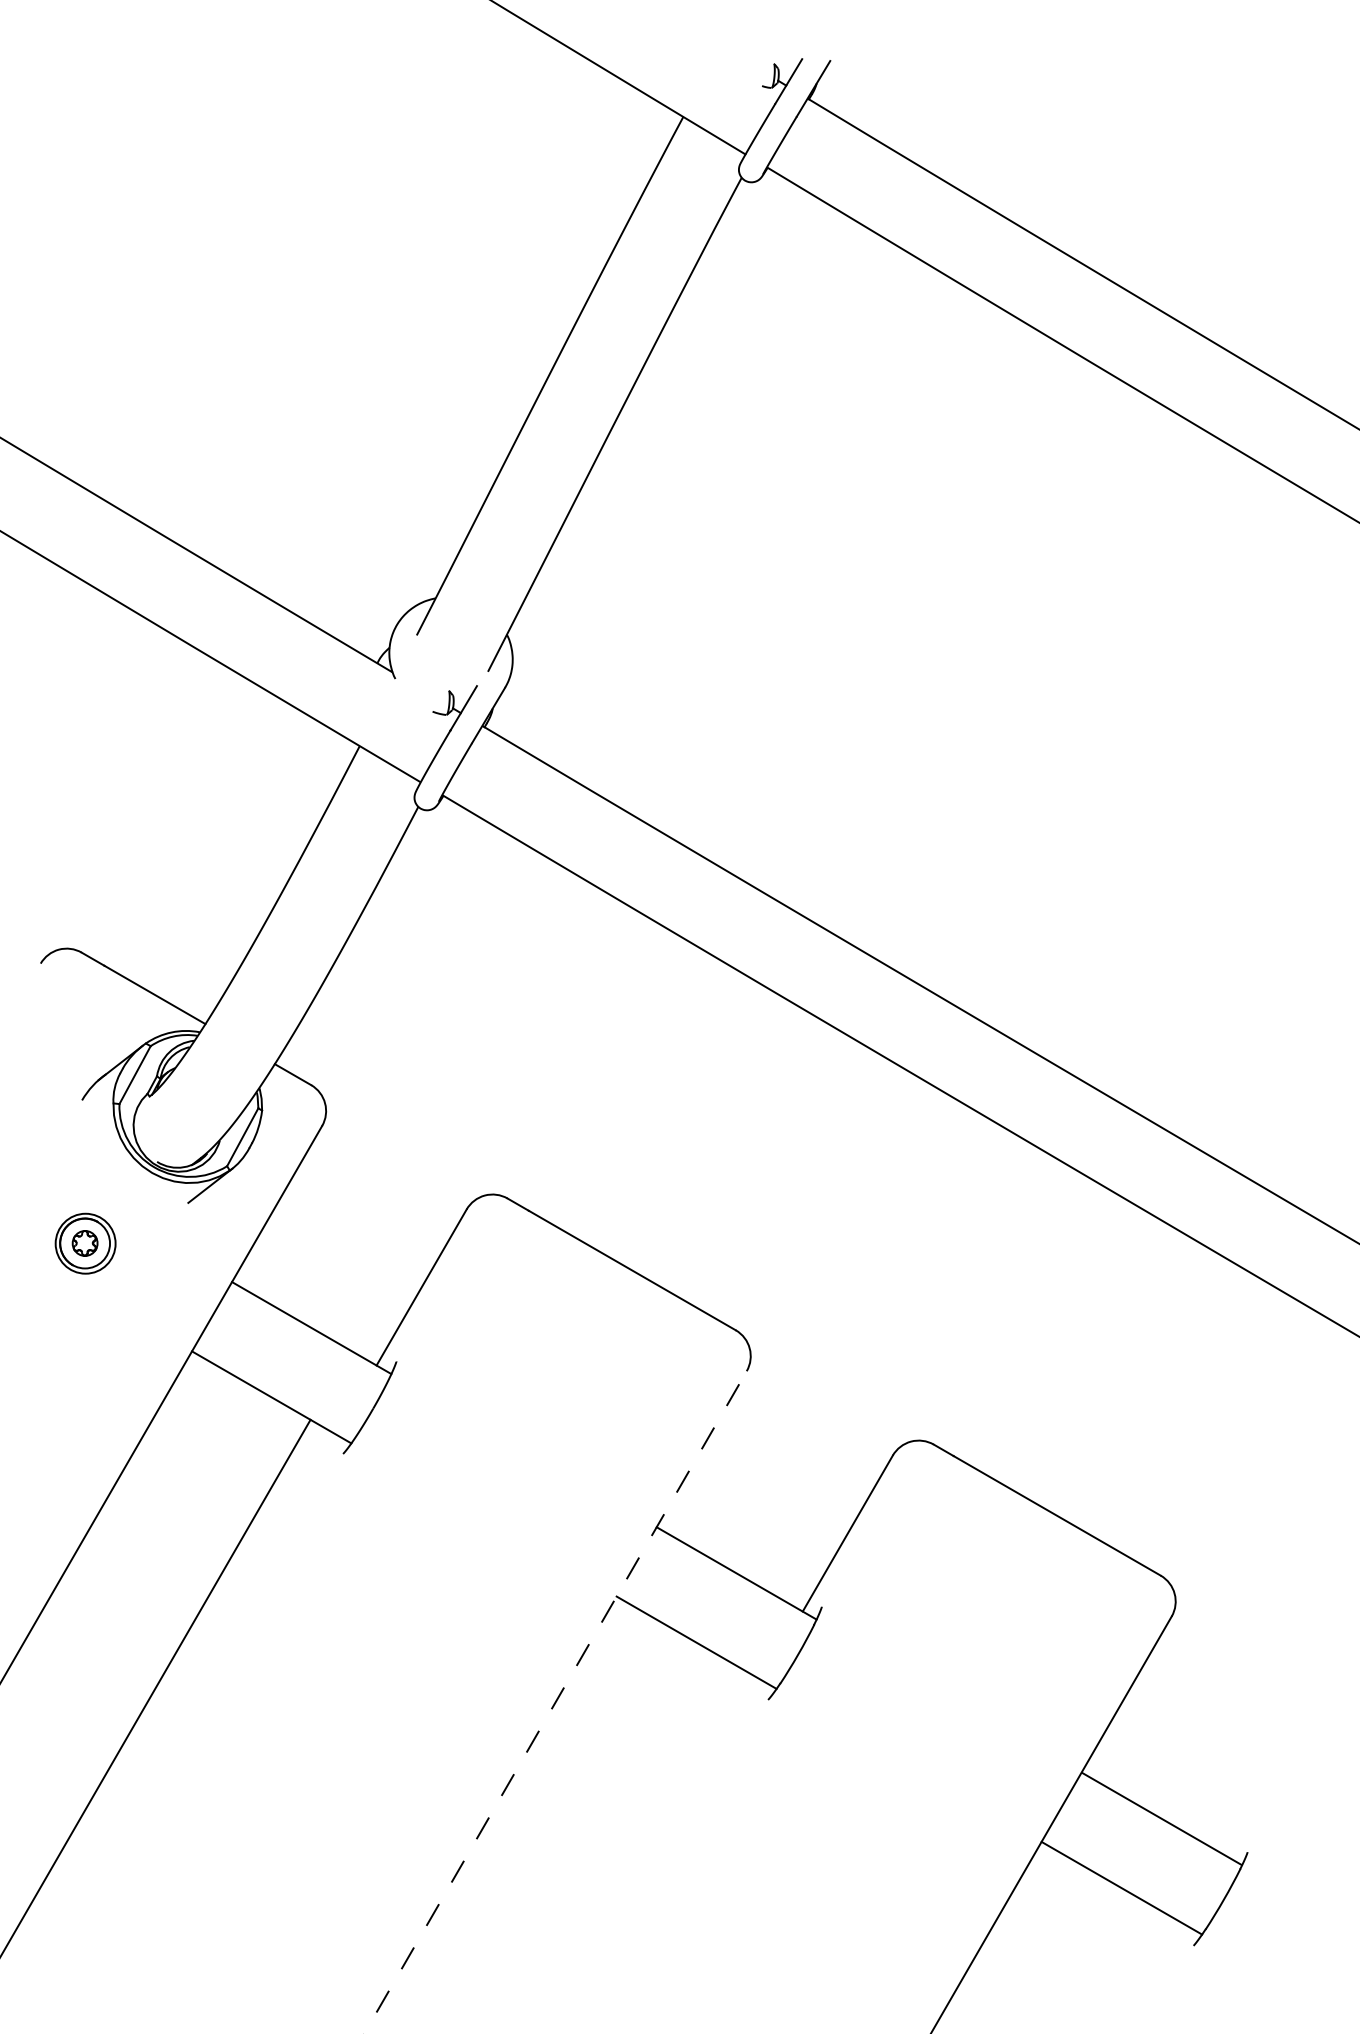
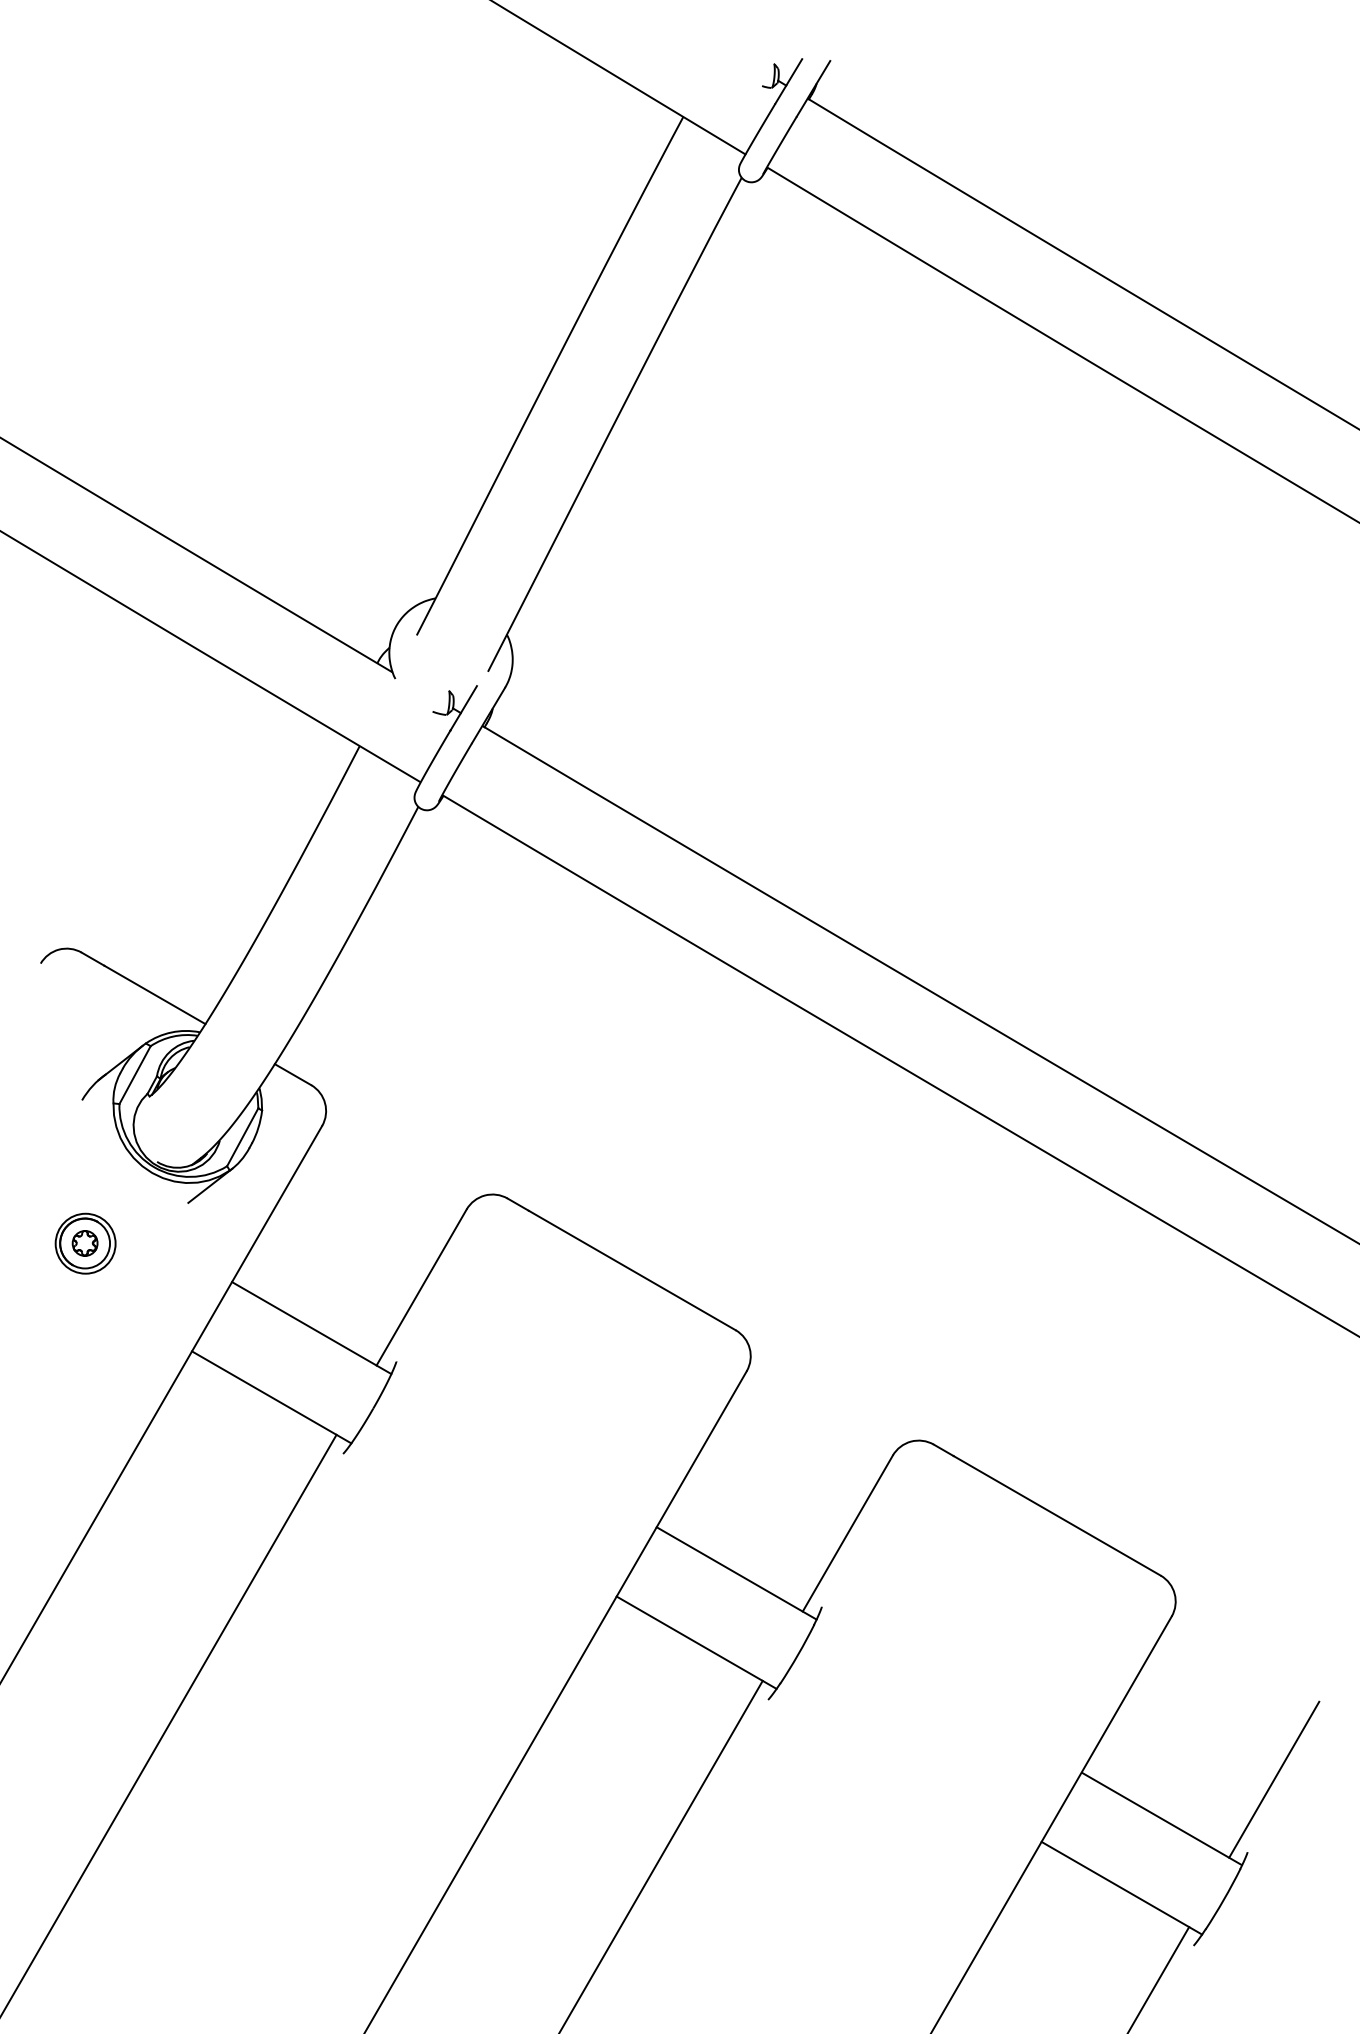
line at (156, 1686) position: (156, 1686) -> (169, 1723)
line at (555, 1702): dashed -> solid
line at (1274, 1779): none -> present
line at (661, 1855): none -> present
line at (1159, 1978): none -> present
